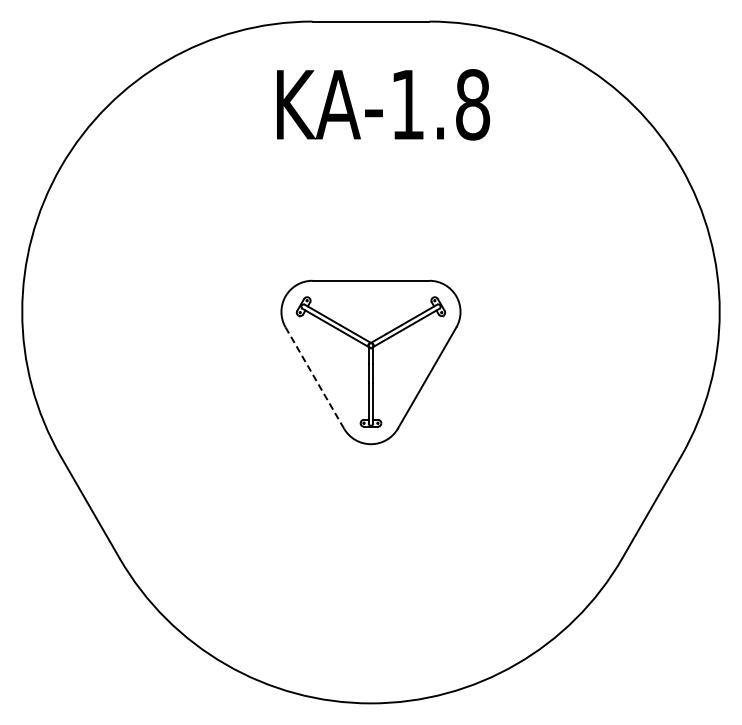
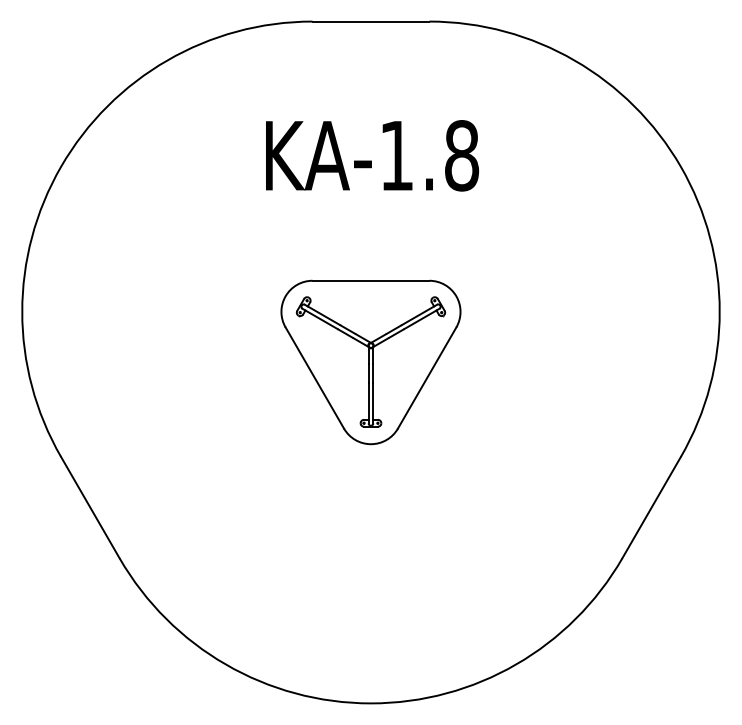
text at (383, 104) position: (383, 104) -> (372, 155)
line at (314, 377): dashed -> solid
